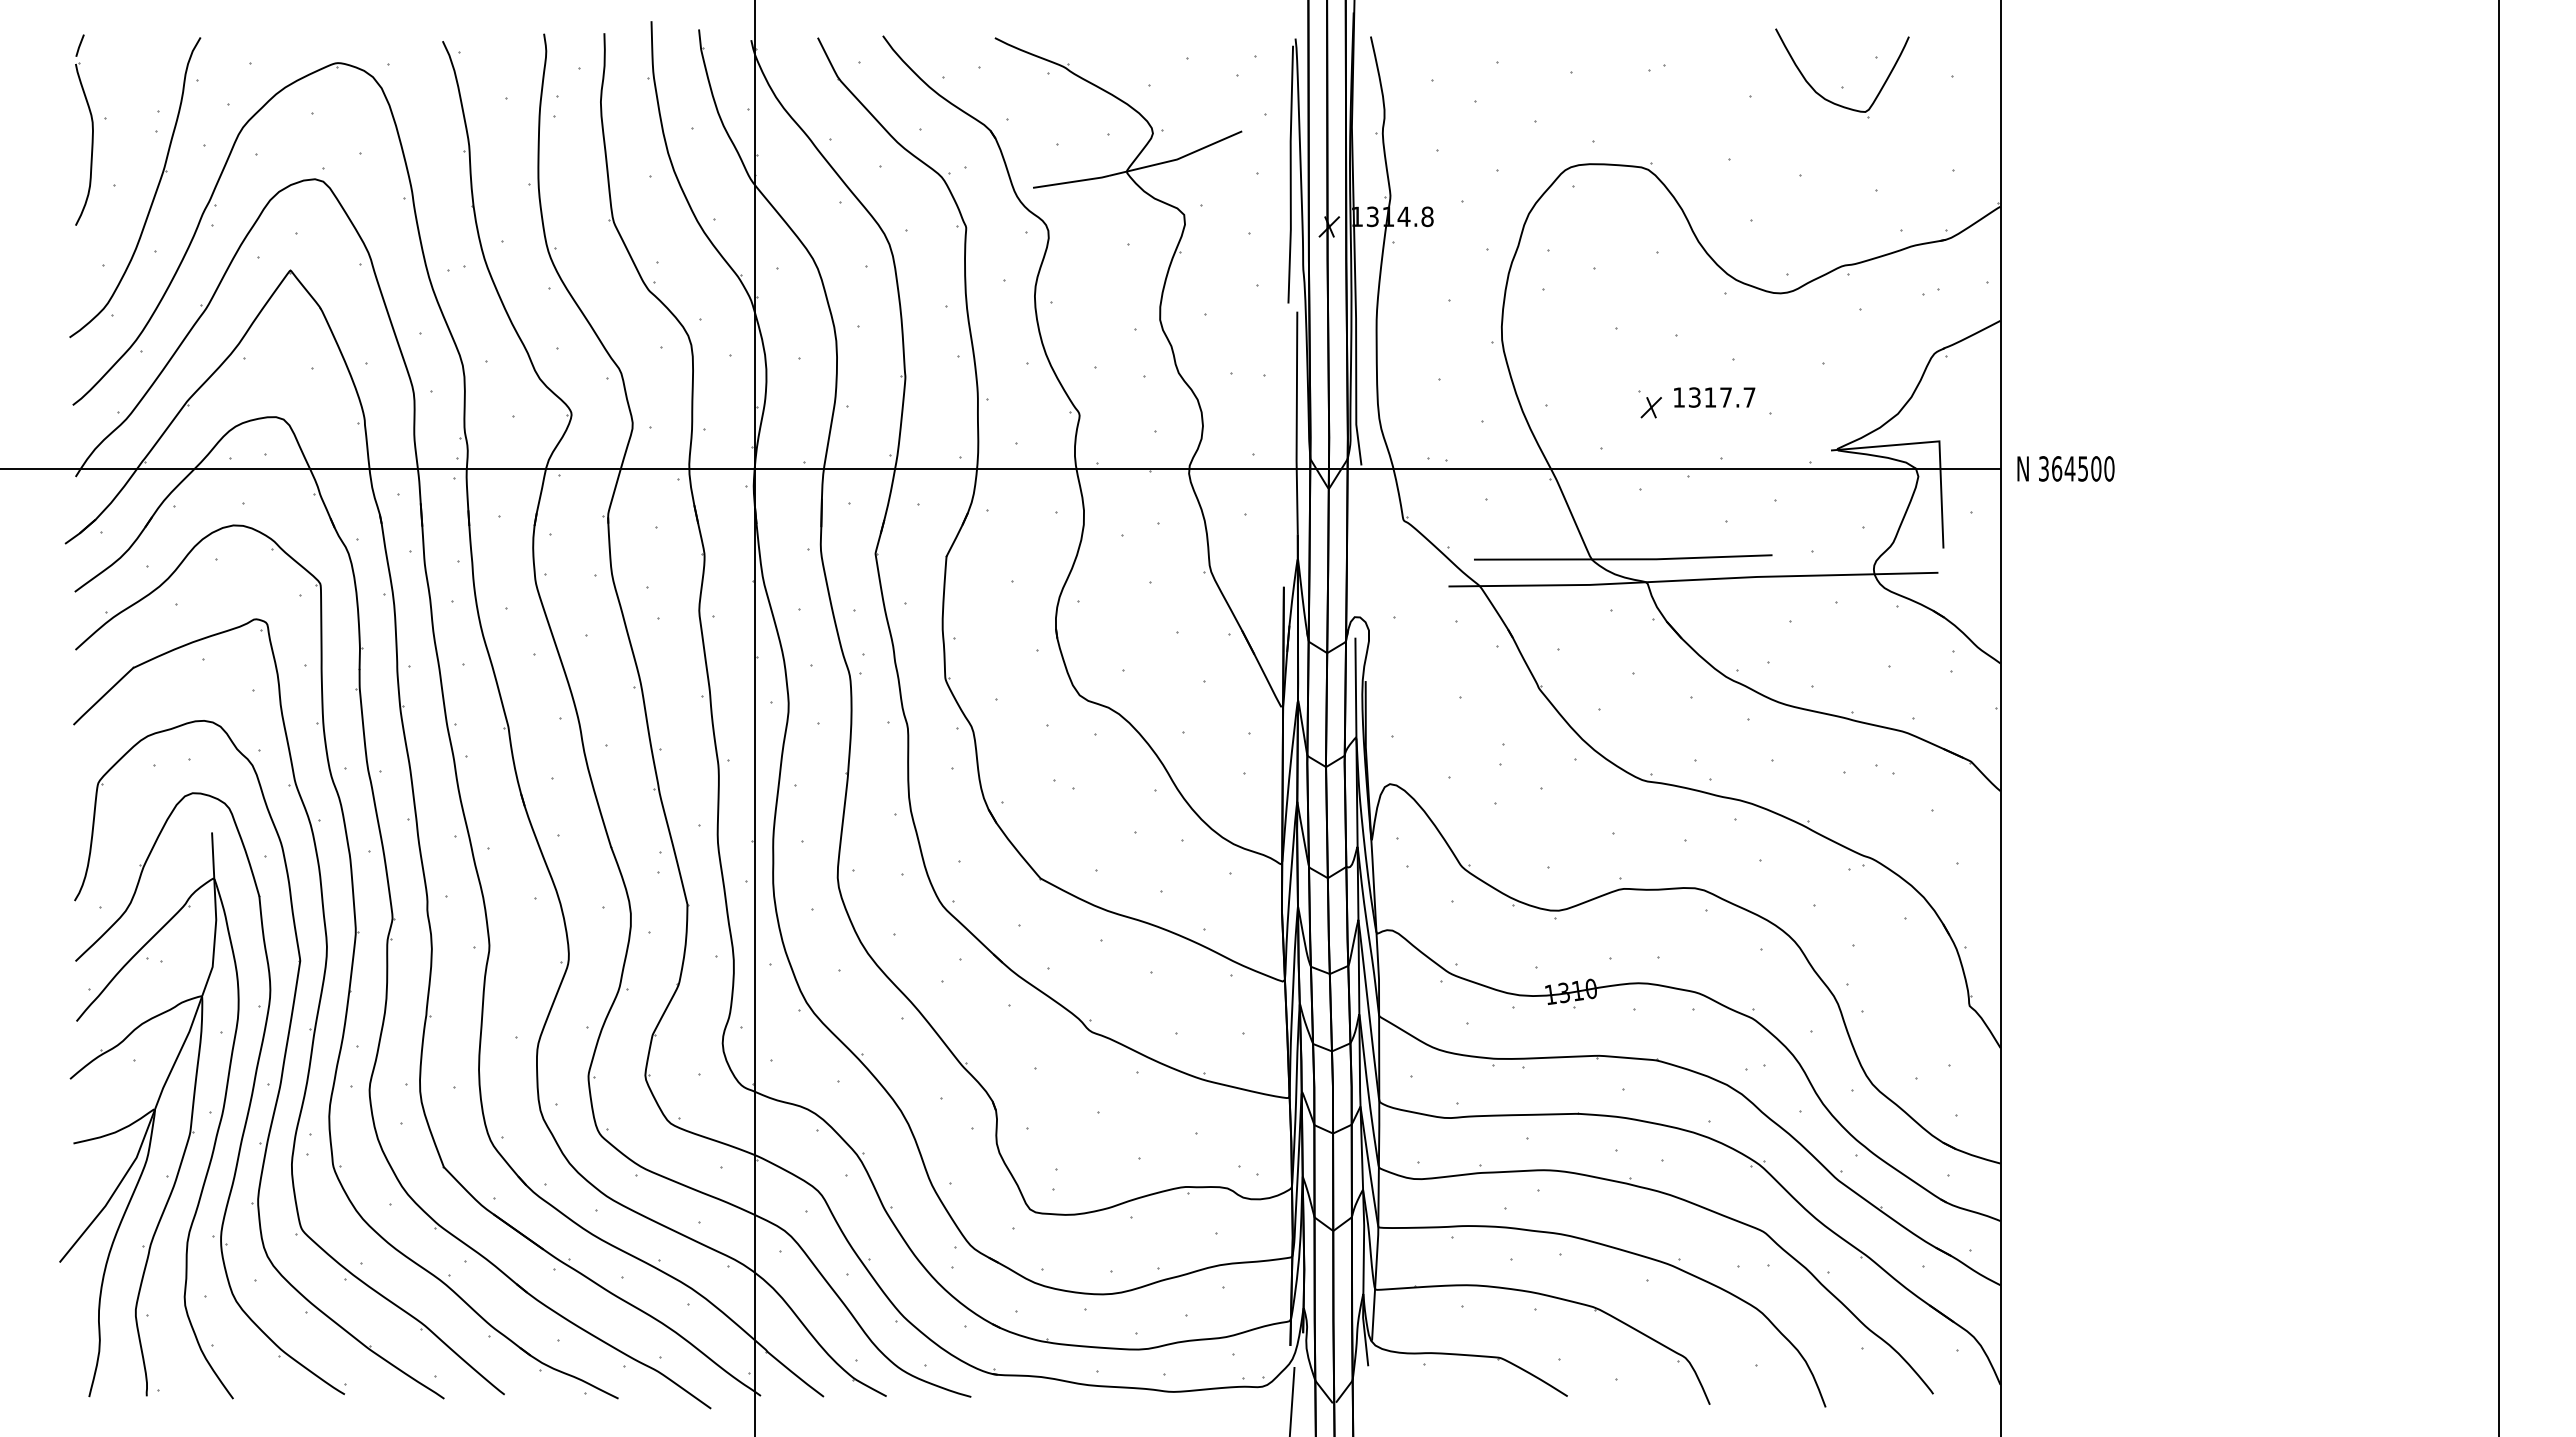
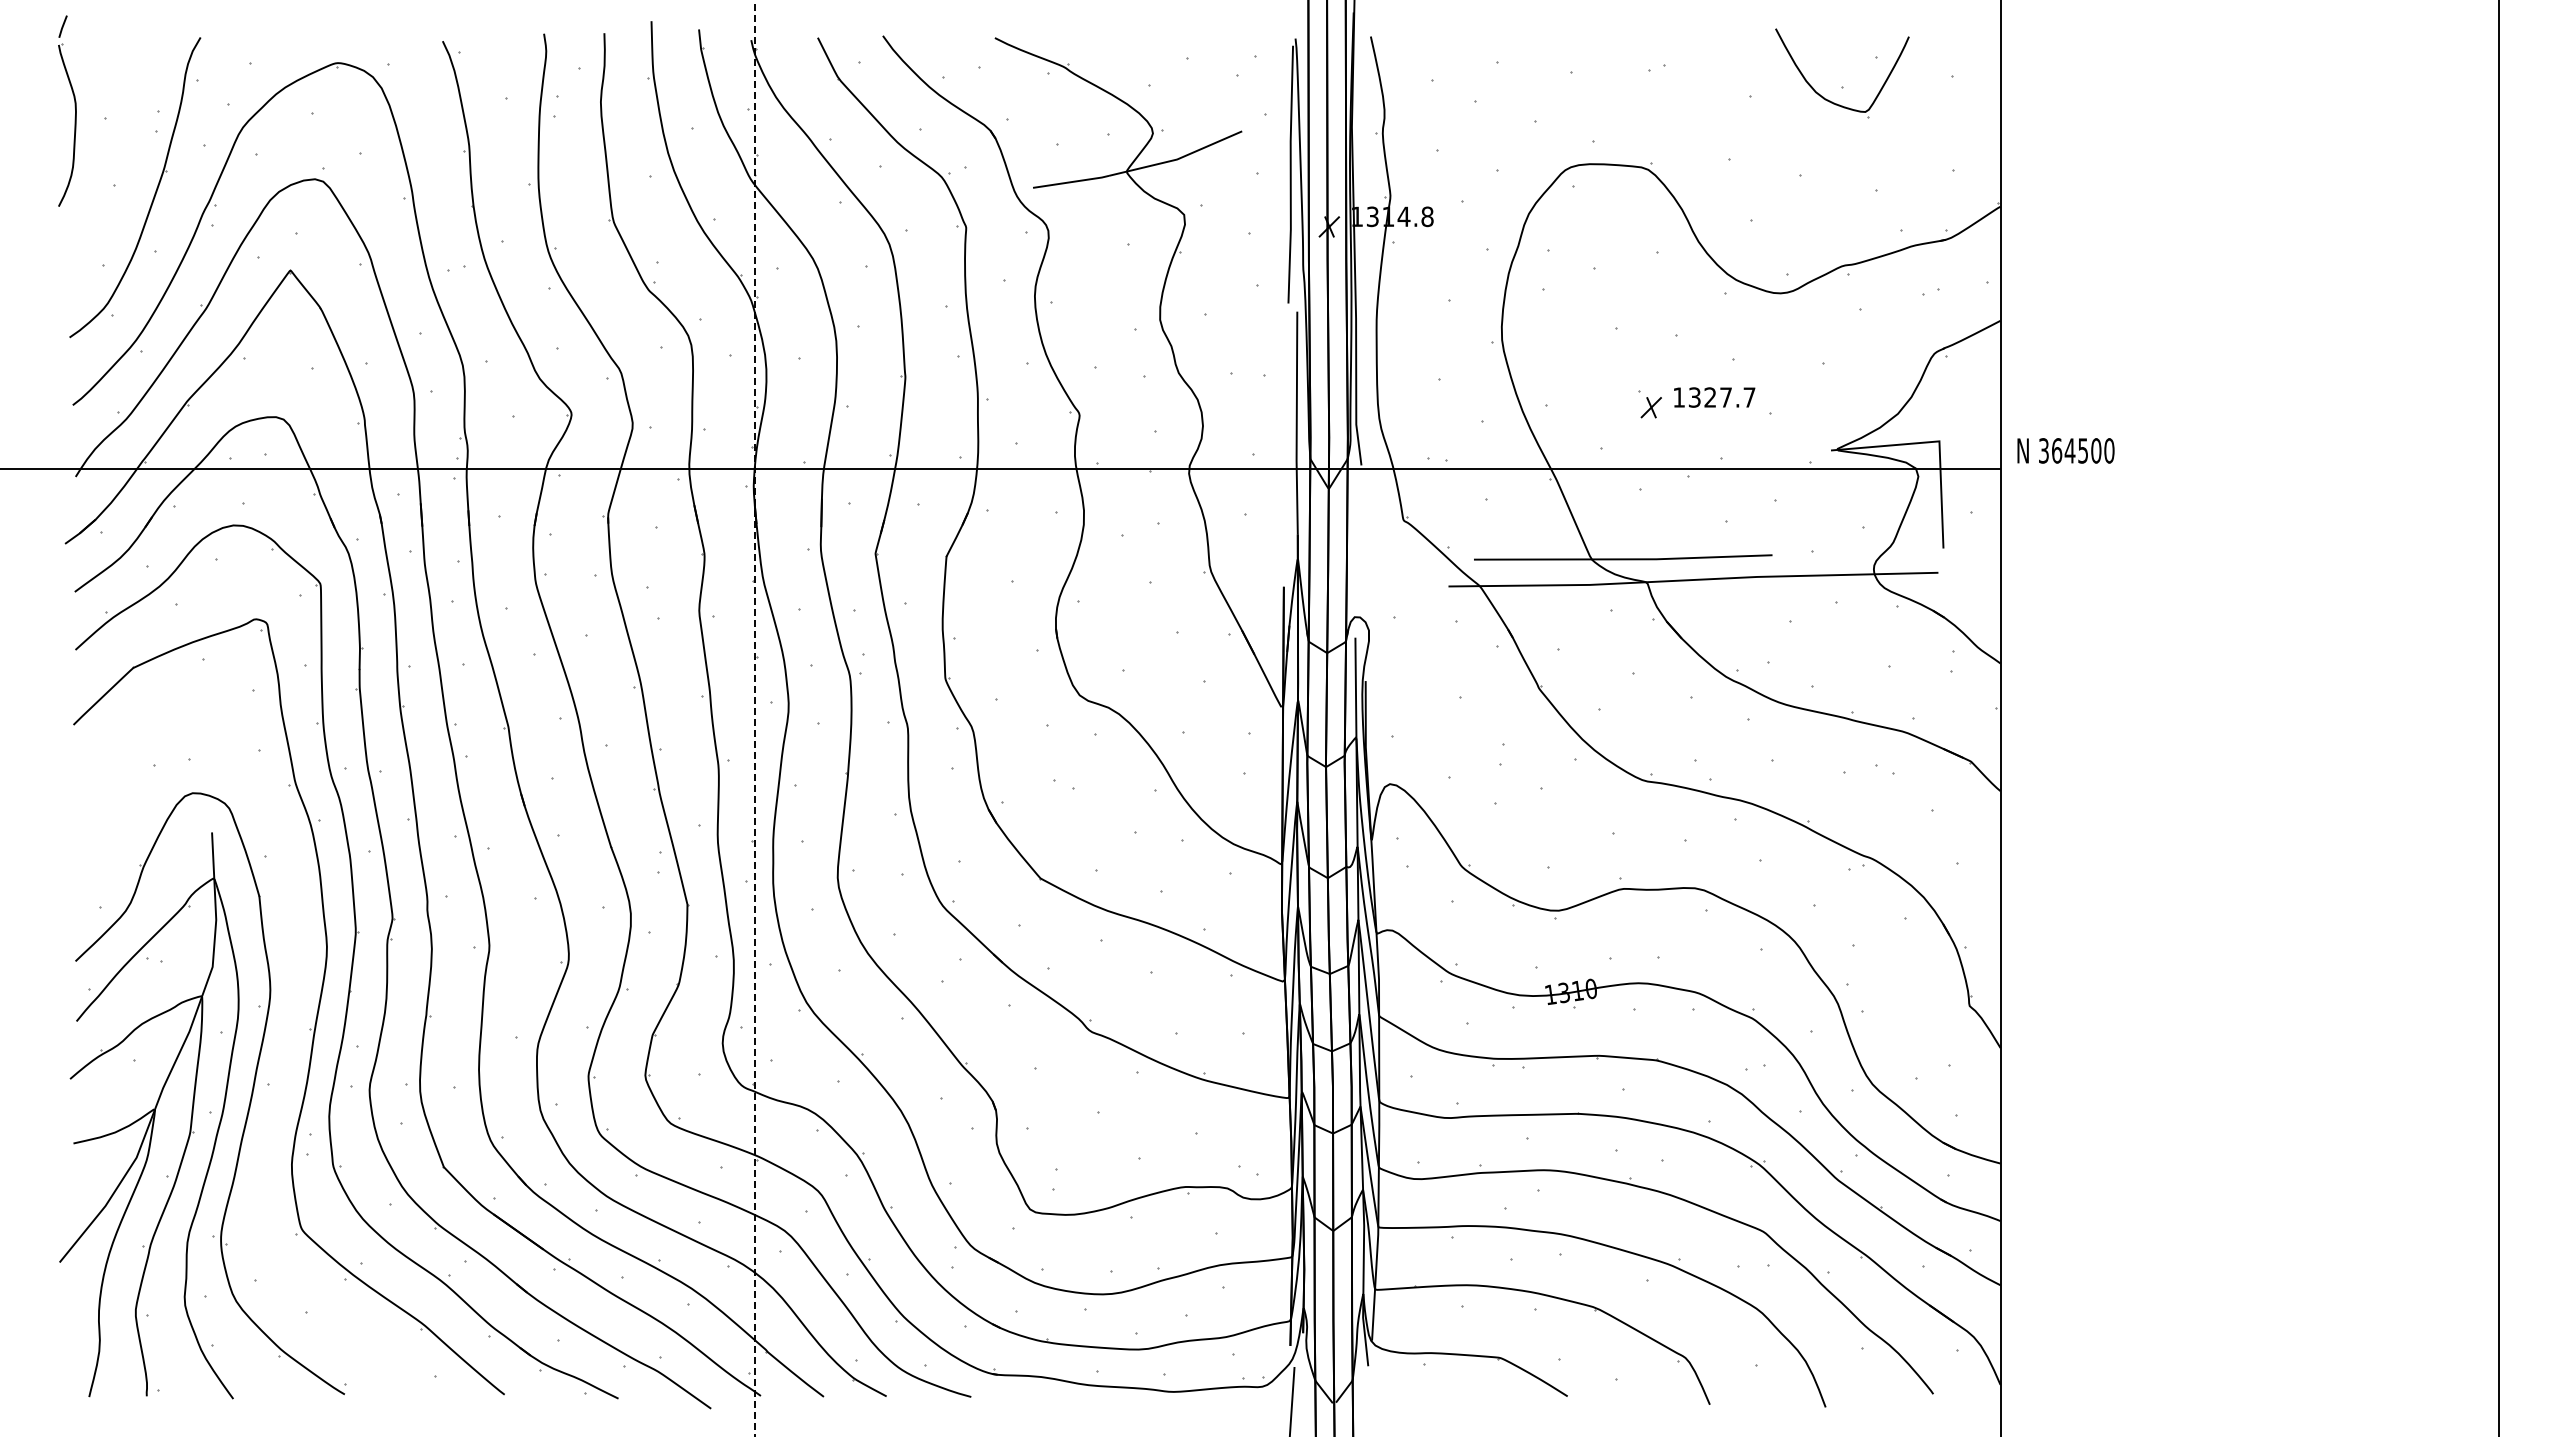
part at (91, 126) position: (91, 126) -> (74, 107)
text at (1709, 397): 1317.7 -> 1327.7
text at (2065, 468) position: (2065, 468) -> (2065, 450)
line at (755, 719): solid -> dashed
part at (282, 1063): present -> none
